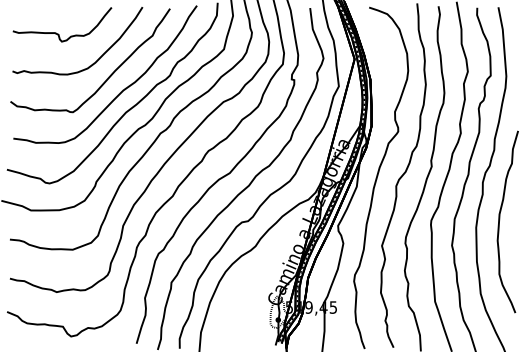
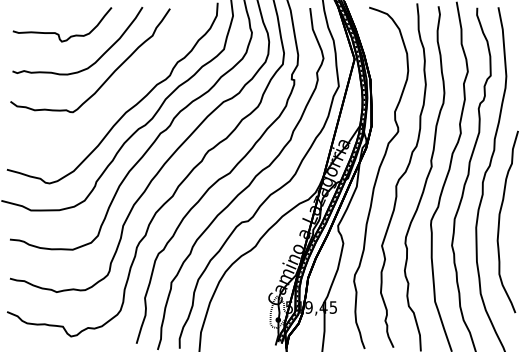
curve at (117, 94): present -> none
